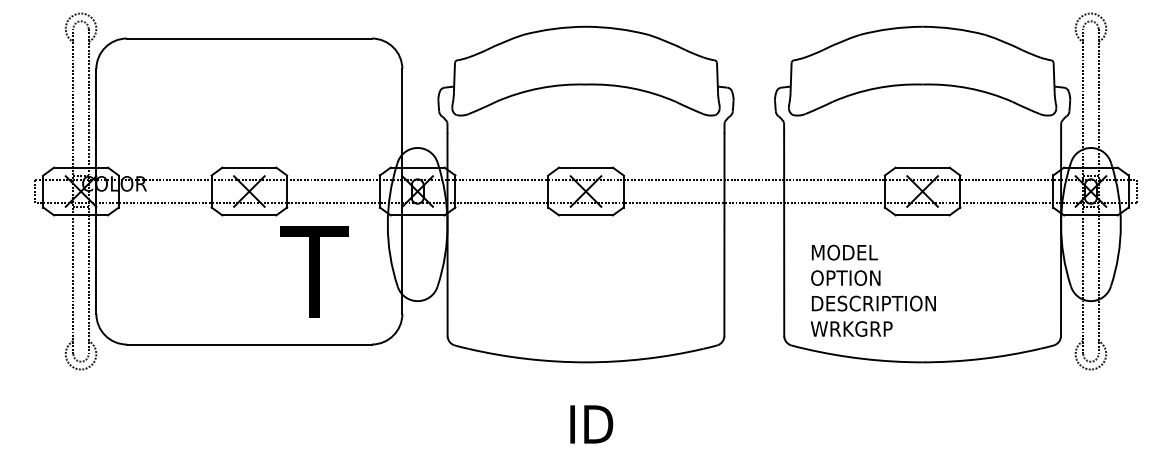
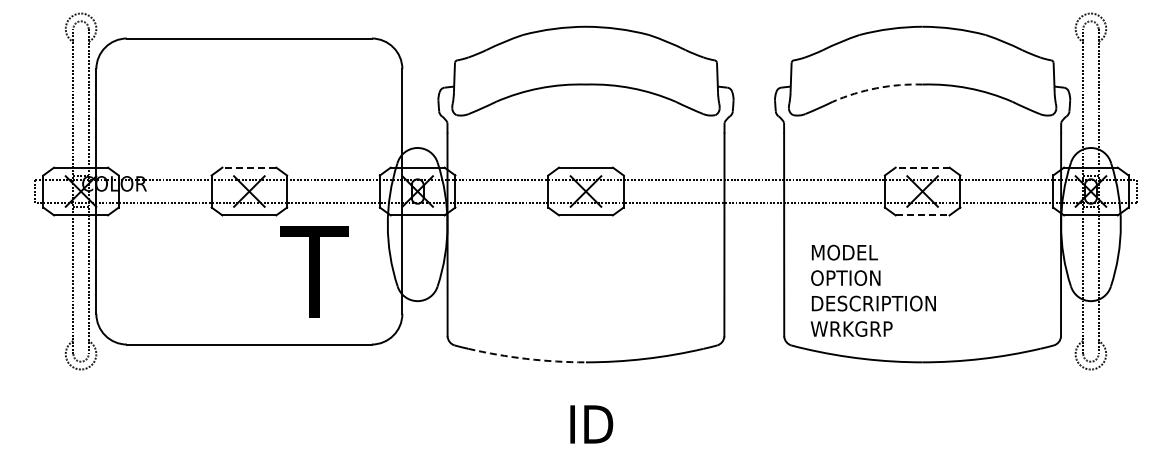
arc at (876, 88): solid -> dashed
line at (249, 167): solid -> dashed
line at (922, 167): solid -> dashed
line at (922, 215): solid -> dashed
arc at (526, 358): solid -> dashed
